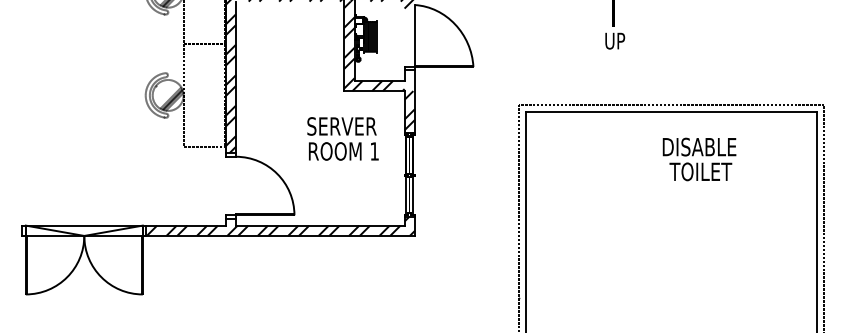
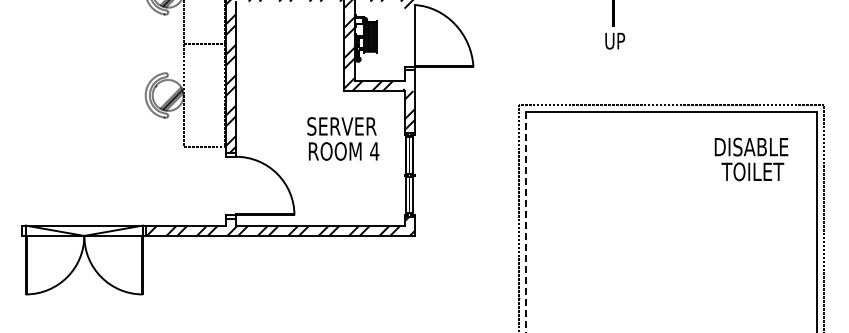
text at (374, 151): 1 -> 4
text at (699, 159) position: (699, 159) -> (751, 159)
line at (526, 222): solid -> dashed
